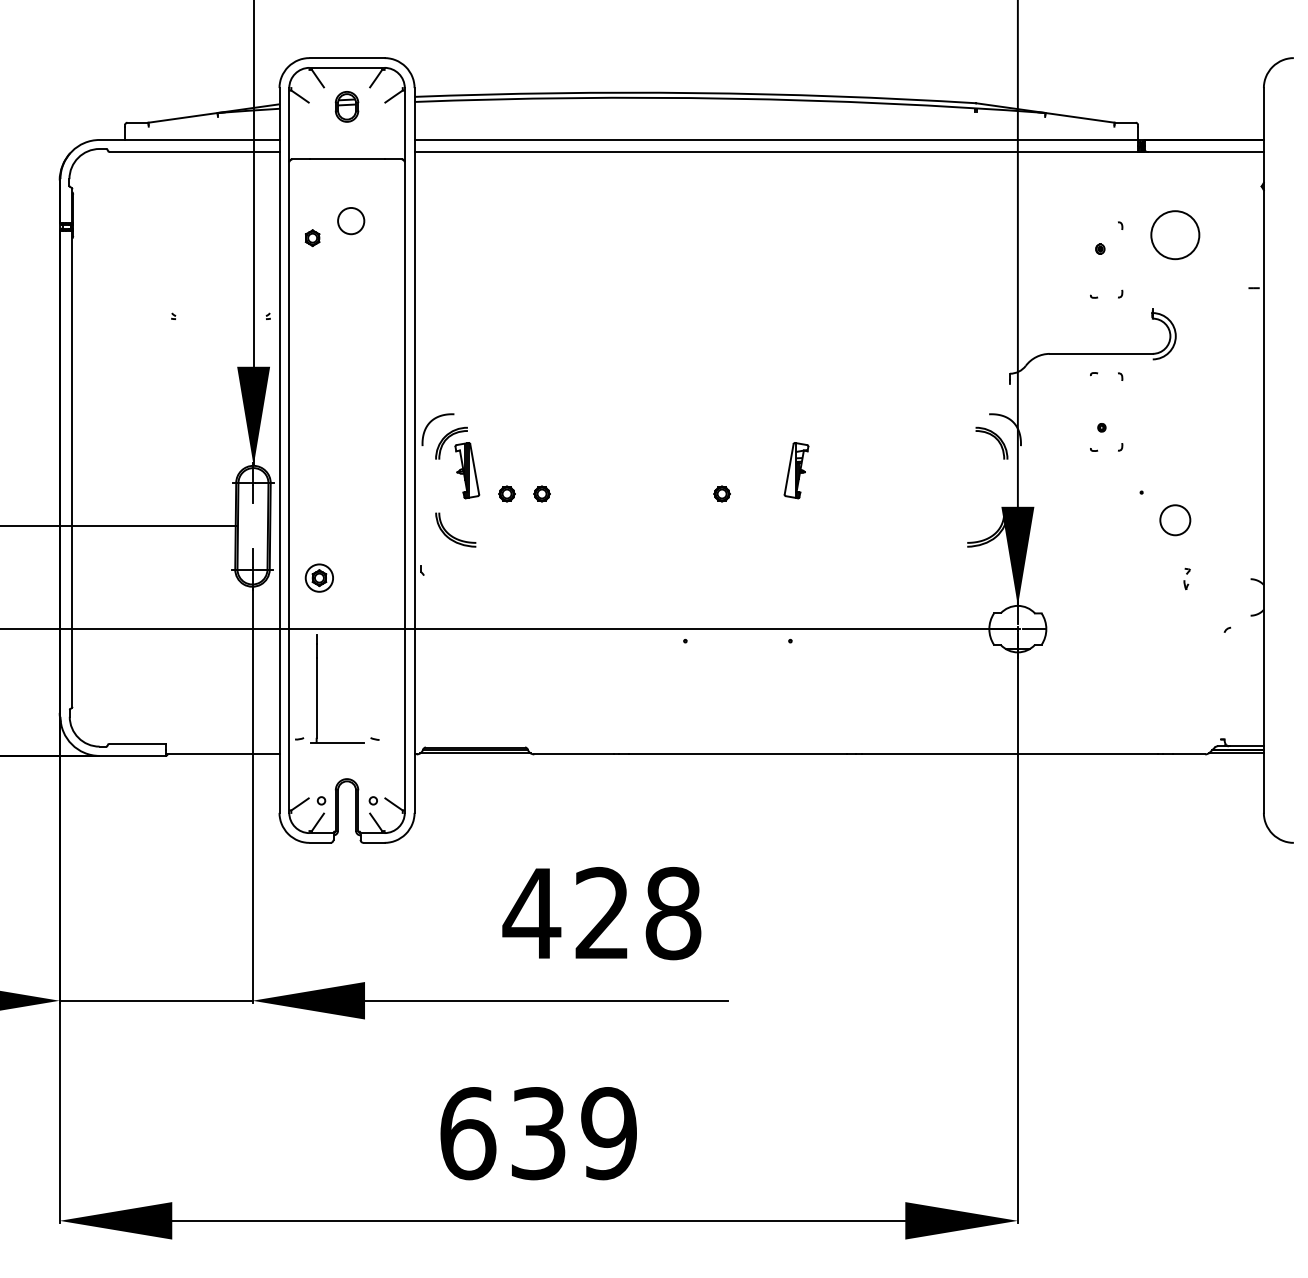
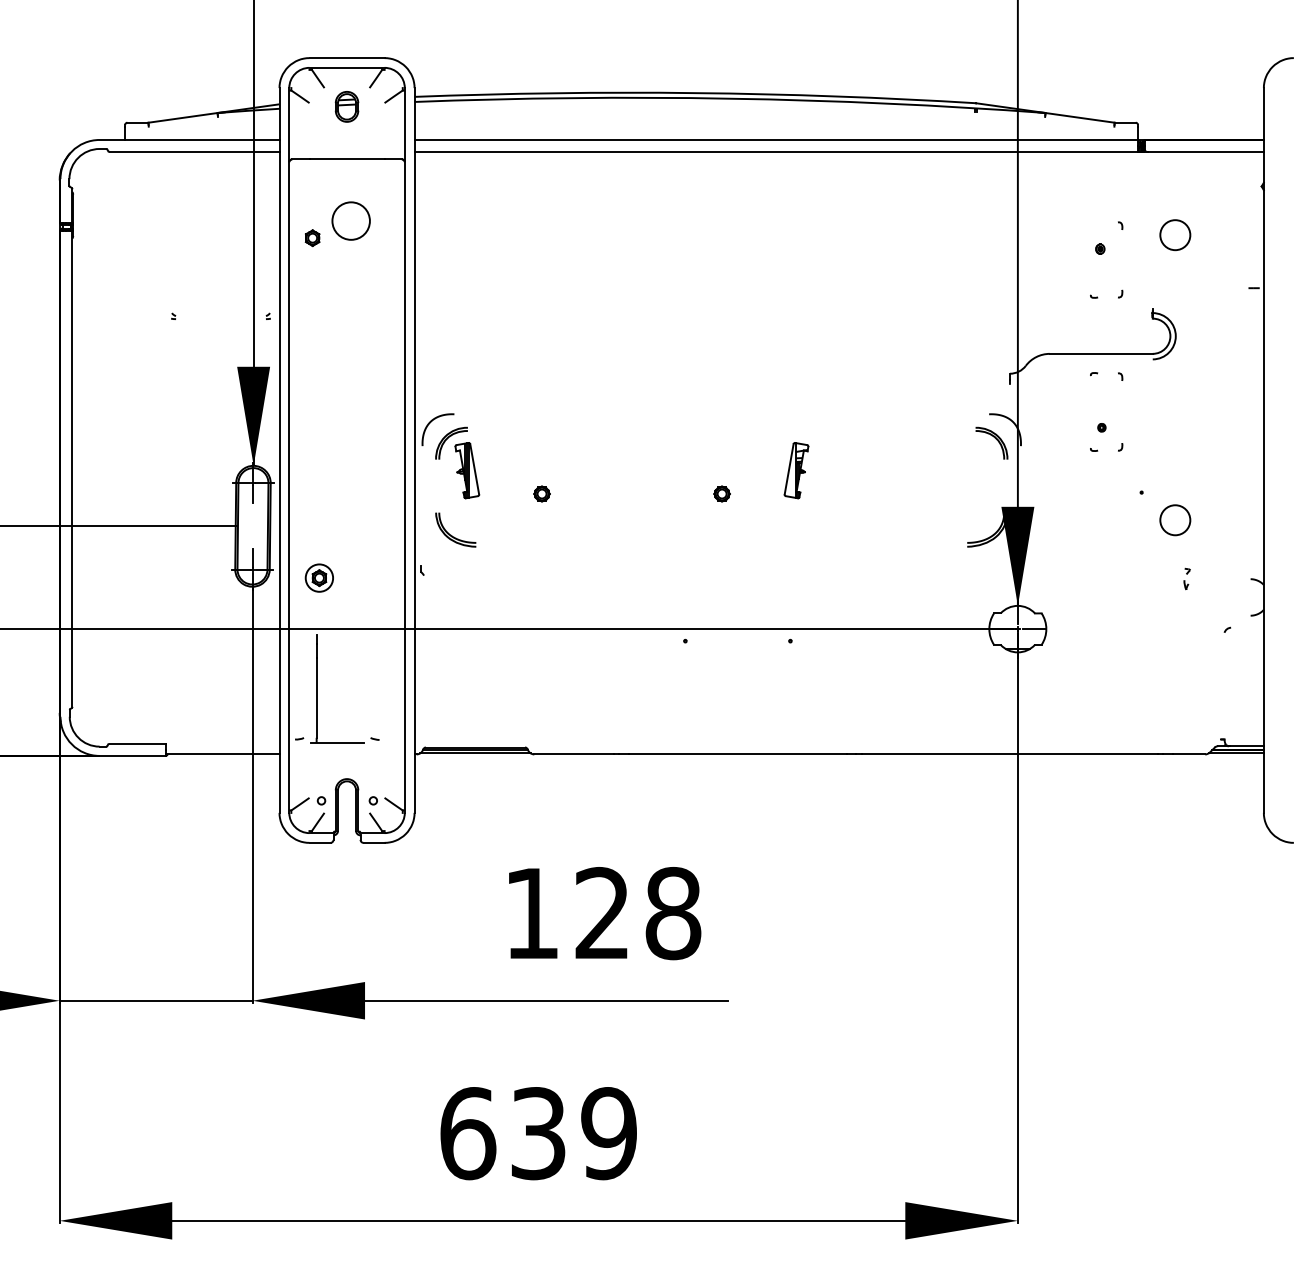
circle at (351, 220) diameter: 26 px -> 38 px
circle at (1175, 235) diameter: 48 px -> 30 px
part at (506, 493): present -> none
text at (531, 913): 428 -> 128
